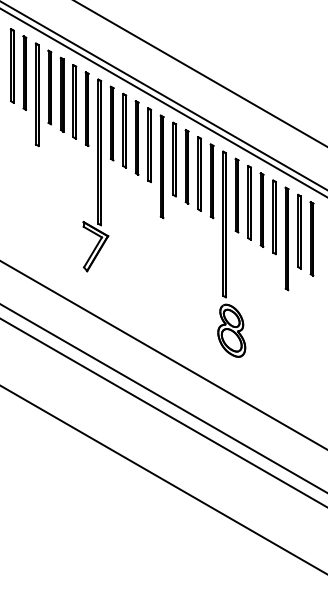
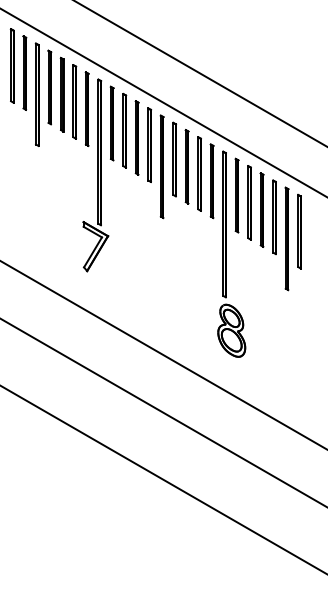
line at (163, 95): present -> none
part at (311, 238): present -> none
line at (163, 398): present -> none
